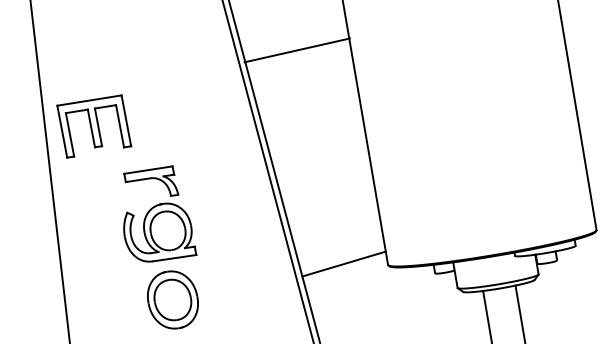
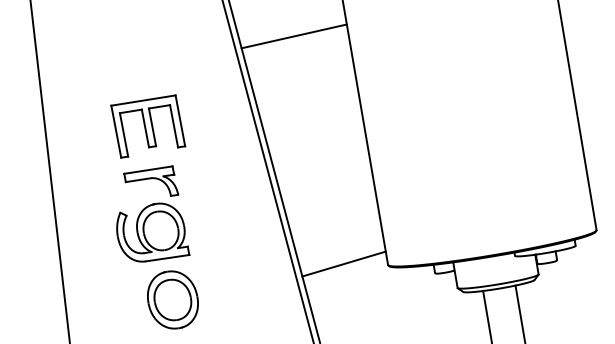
line at (296, 50) position: (296, 50) -> (293, 36)
part at (94, 126) position: (94, 126) -> (148, 126)
part at (160, 232) position: (160, 232) -> (153, 232)
